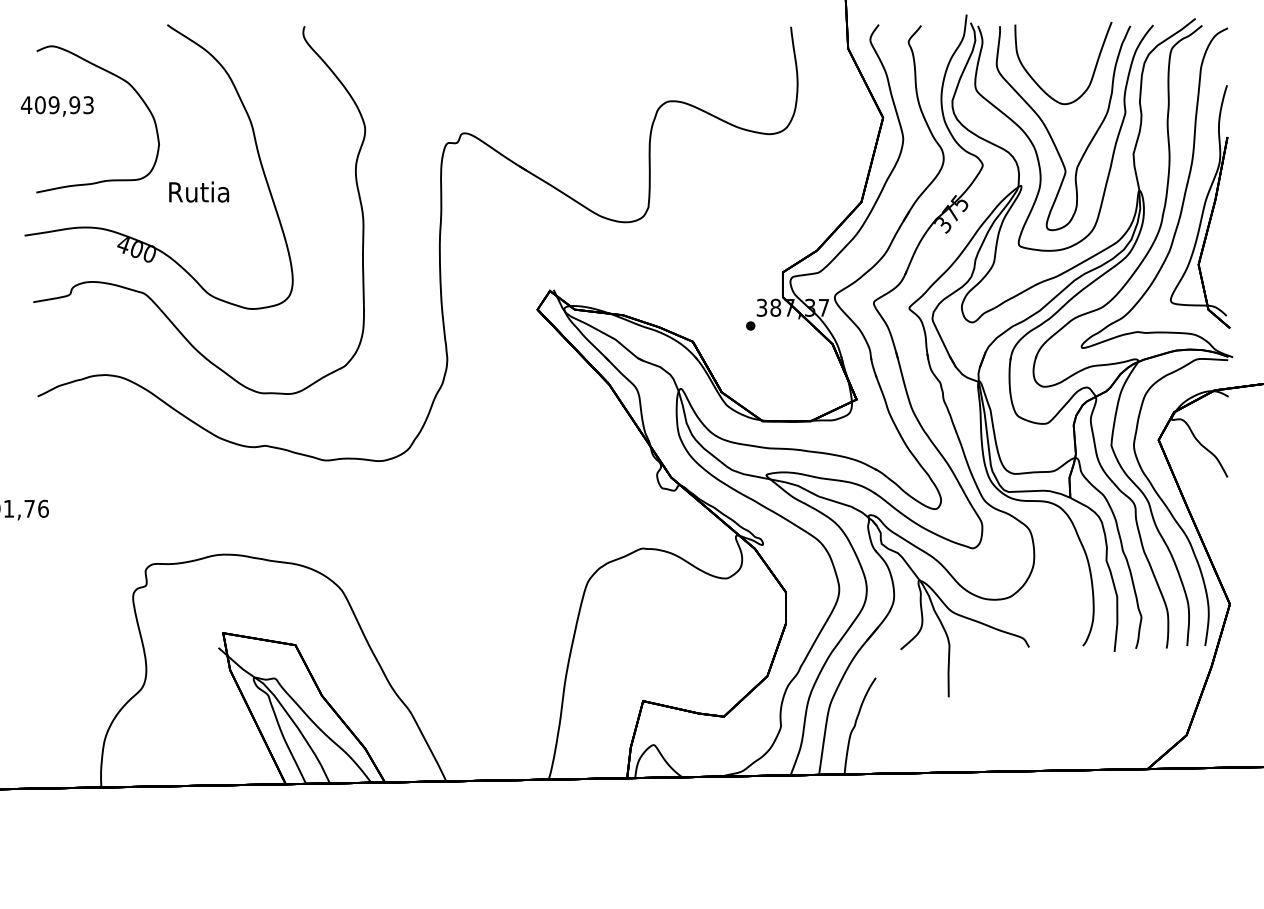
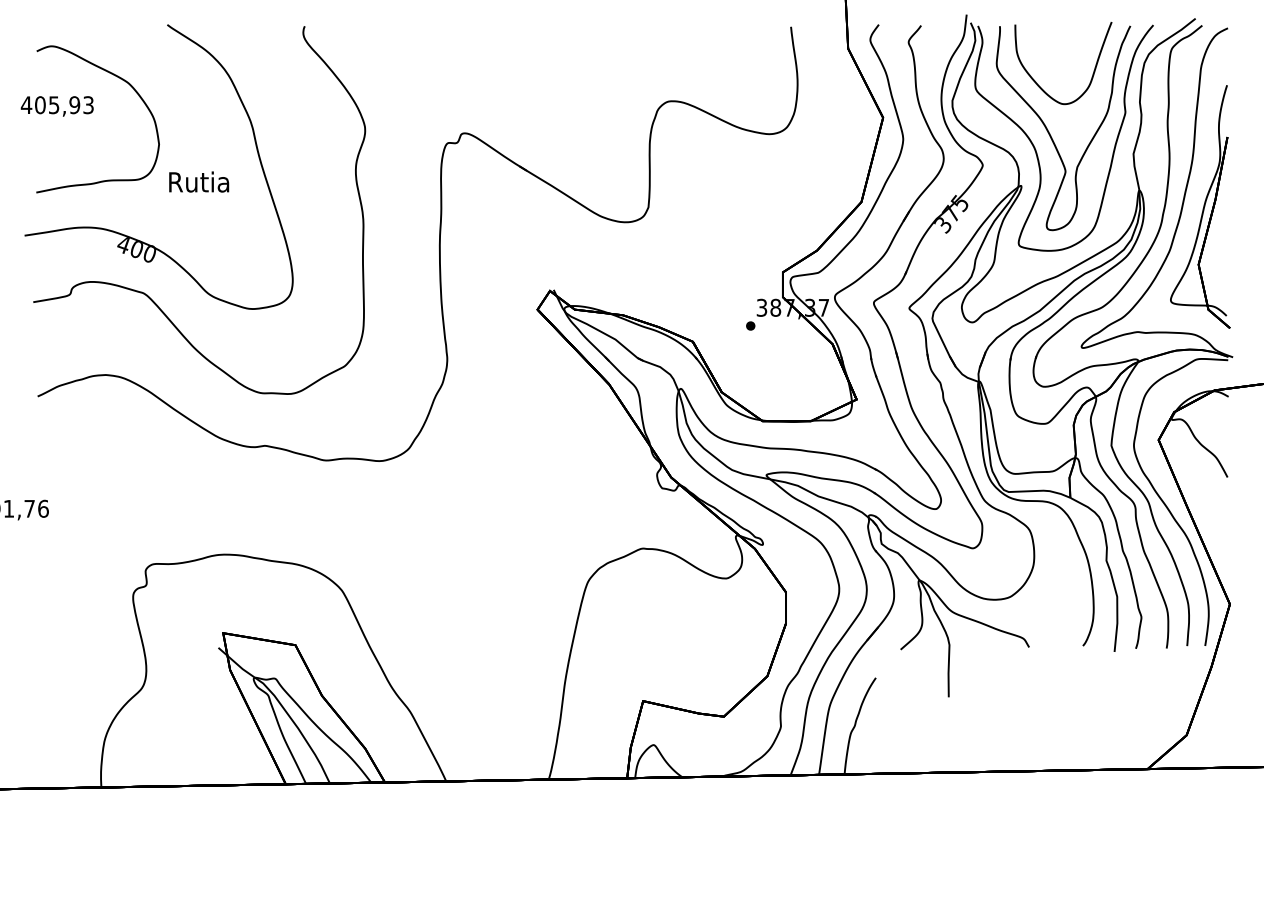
text at (53, 104): 409,93 -> 405,93
text at (199, 191) position: (199, 191) -> (199, 181)
